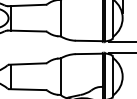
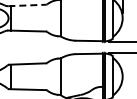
line at (27, 5): solid -> dashed
